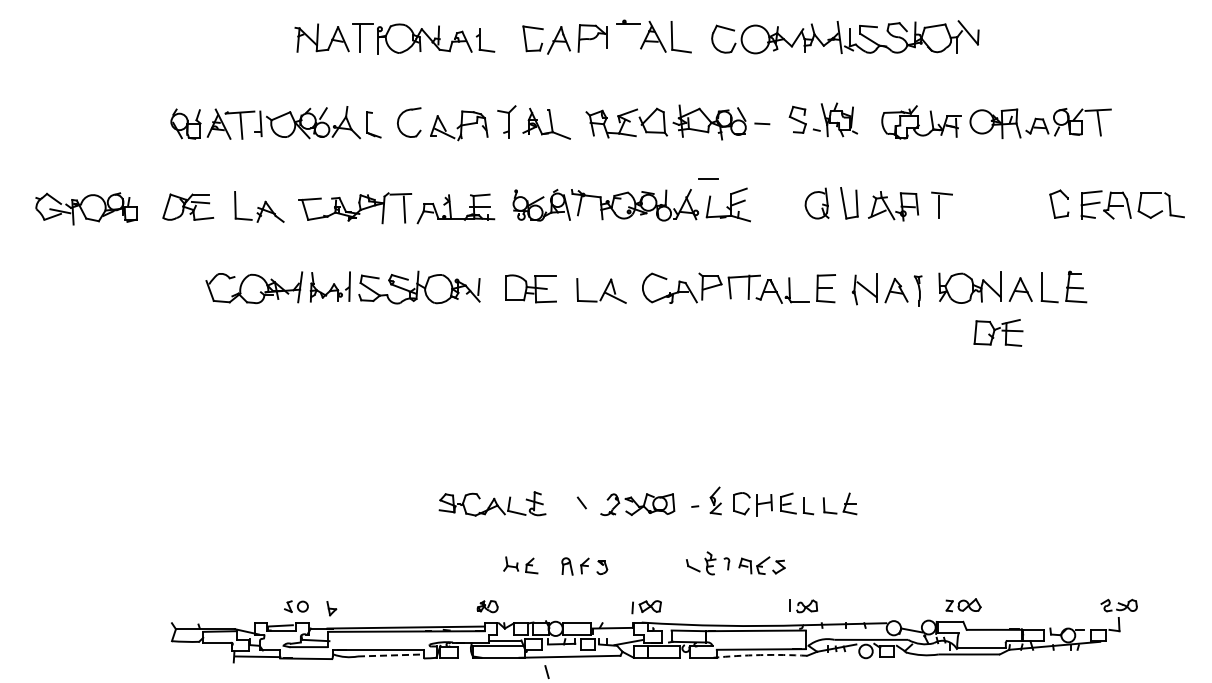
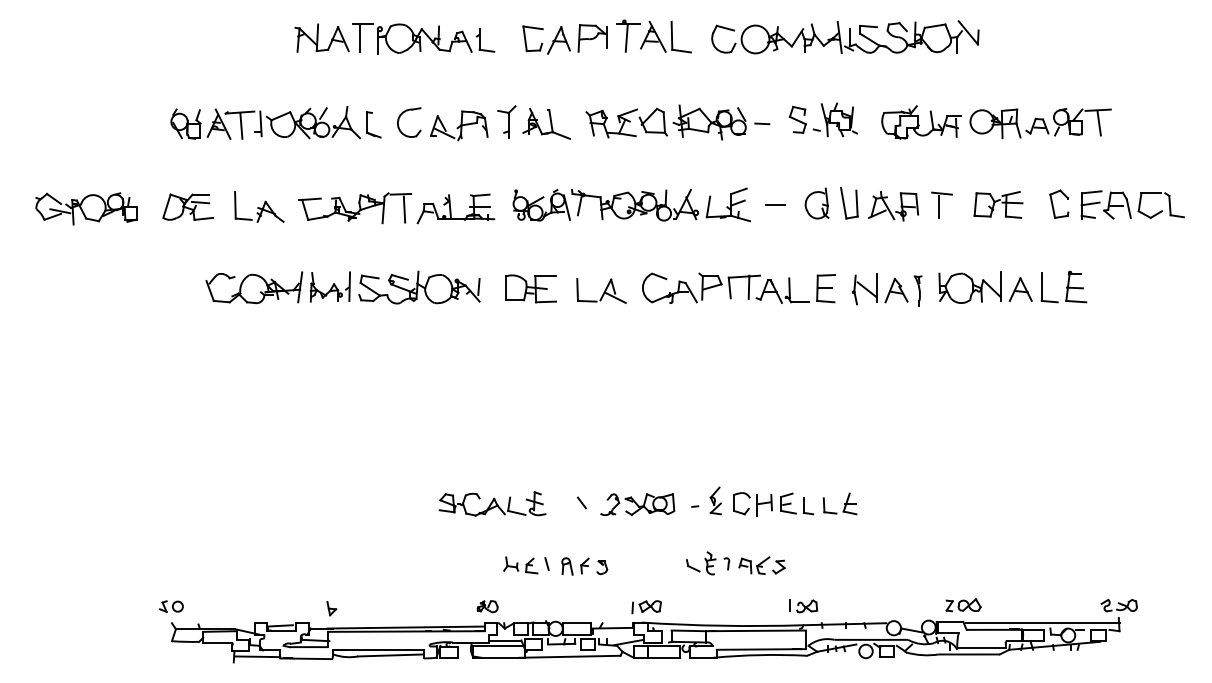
line at (626, 37): none -> present
line at (708, 178) position: (708, 178) -> (775, 204)
part at (998, 332) position: (998, 332) -> (998, 204)
part at (296, 606) position: (296, 606) -> (171, 606)
line at (1042, 623): none -> present
line at (390, 655): dashed -> solid
arc at (760, 655): dashed -> solid
line at (546, 672) position: (546, 672) -> (546, 564)
